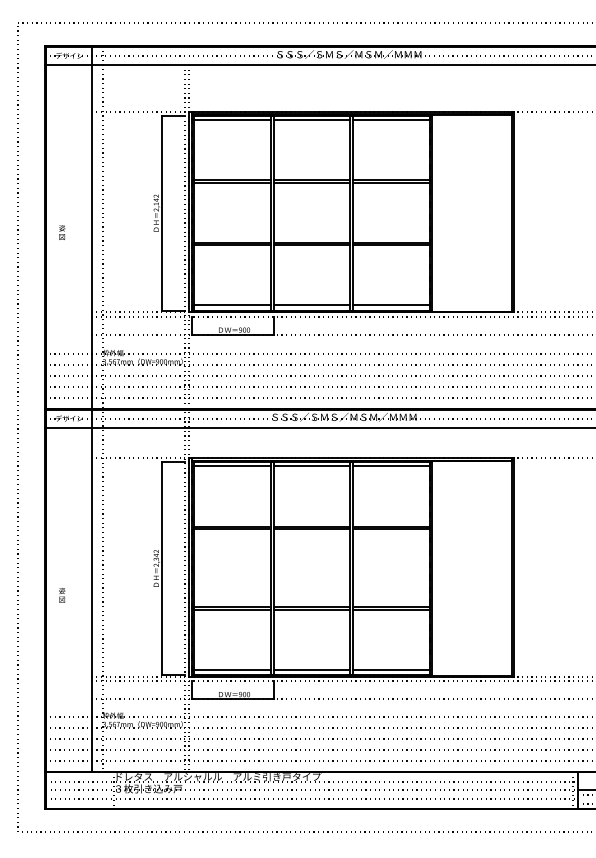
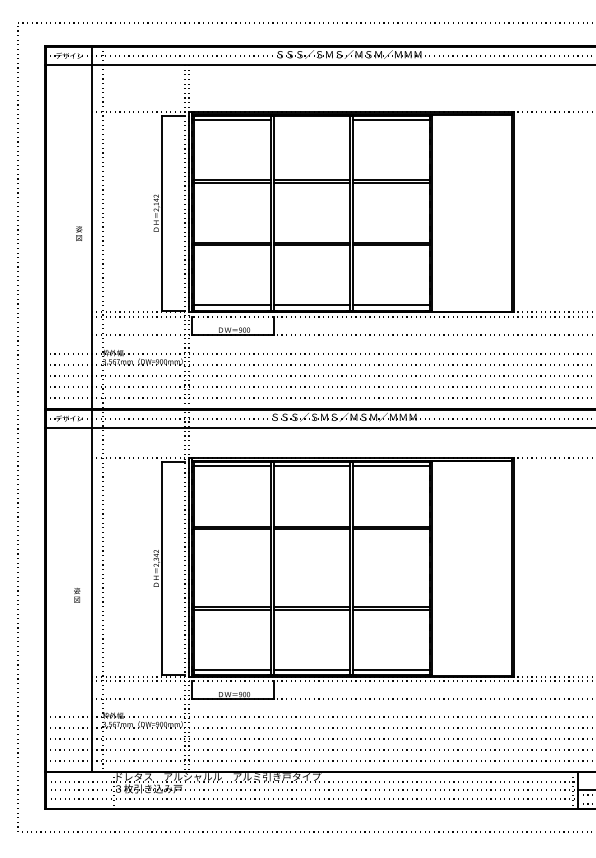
line at (311, 120): present -> none
text at (62, 232) position: (62, 232) -> (79, 233)
text at (62, 595) position: (62, 595) -> (77, 595)
